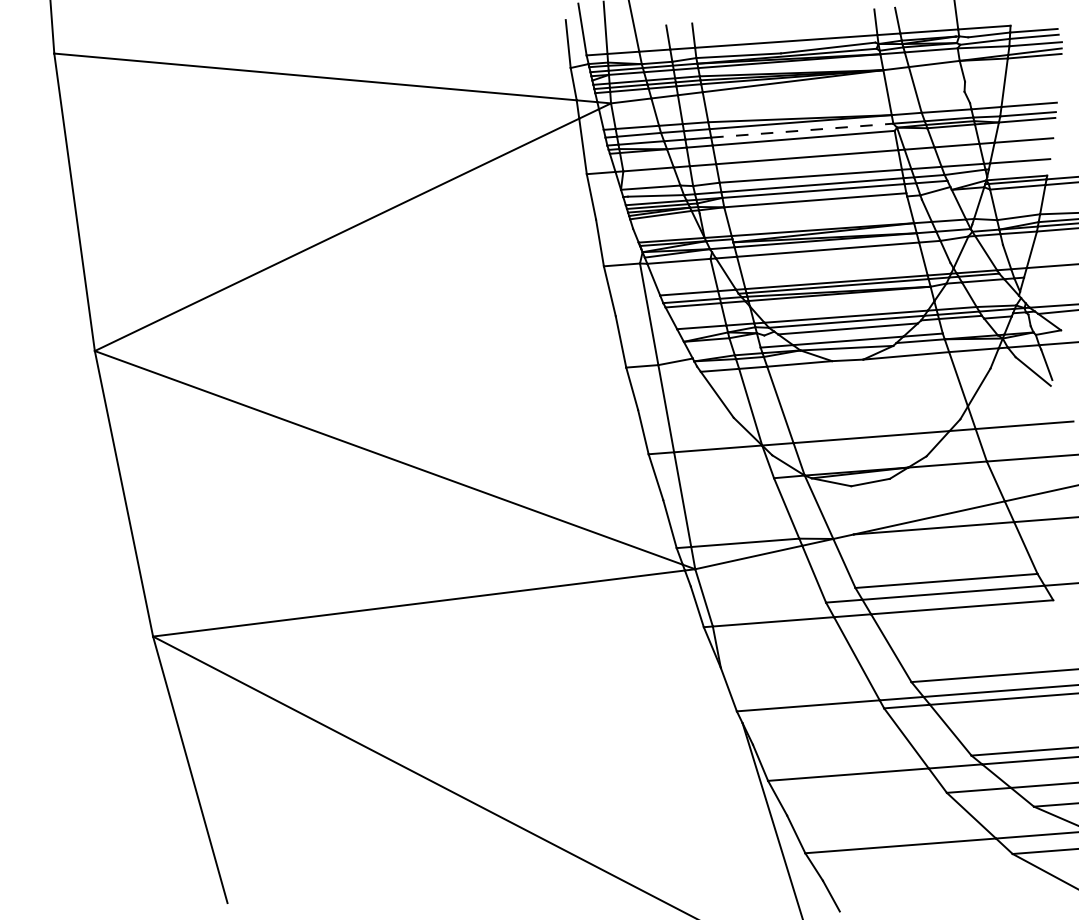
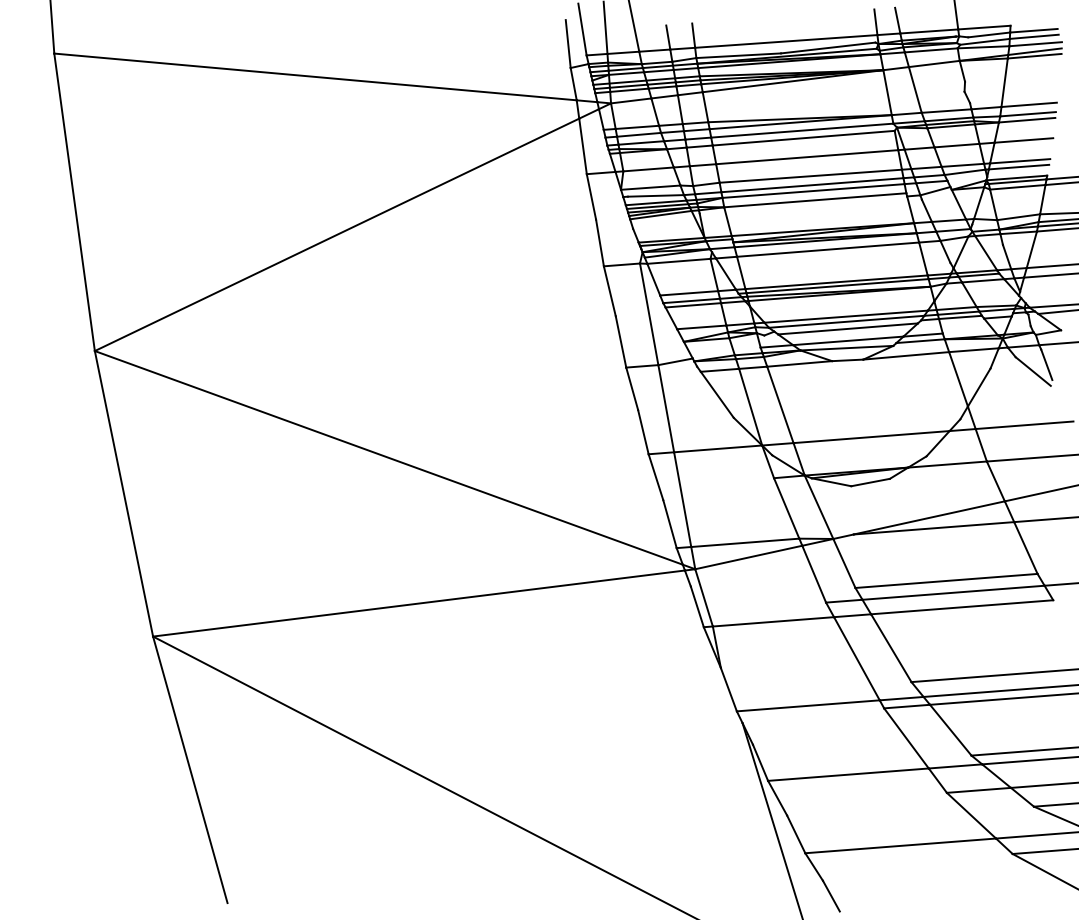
line at (802, 130): dashed -> solid
line at (1018, 166): none -> present
line at (1049, 275): none -> present
